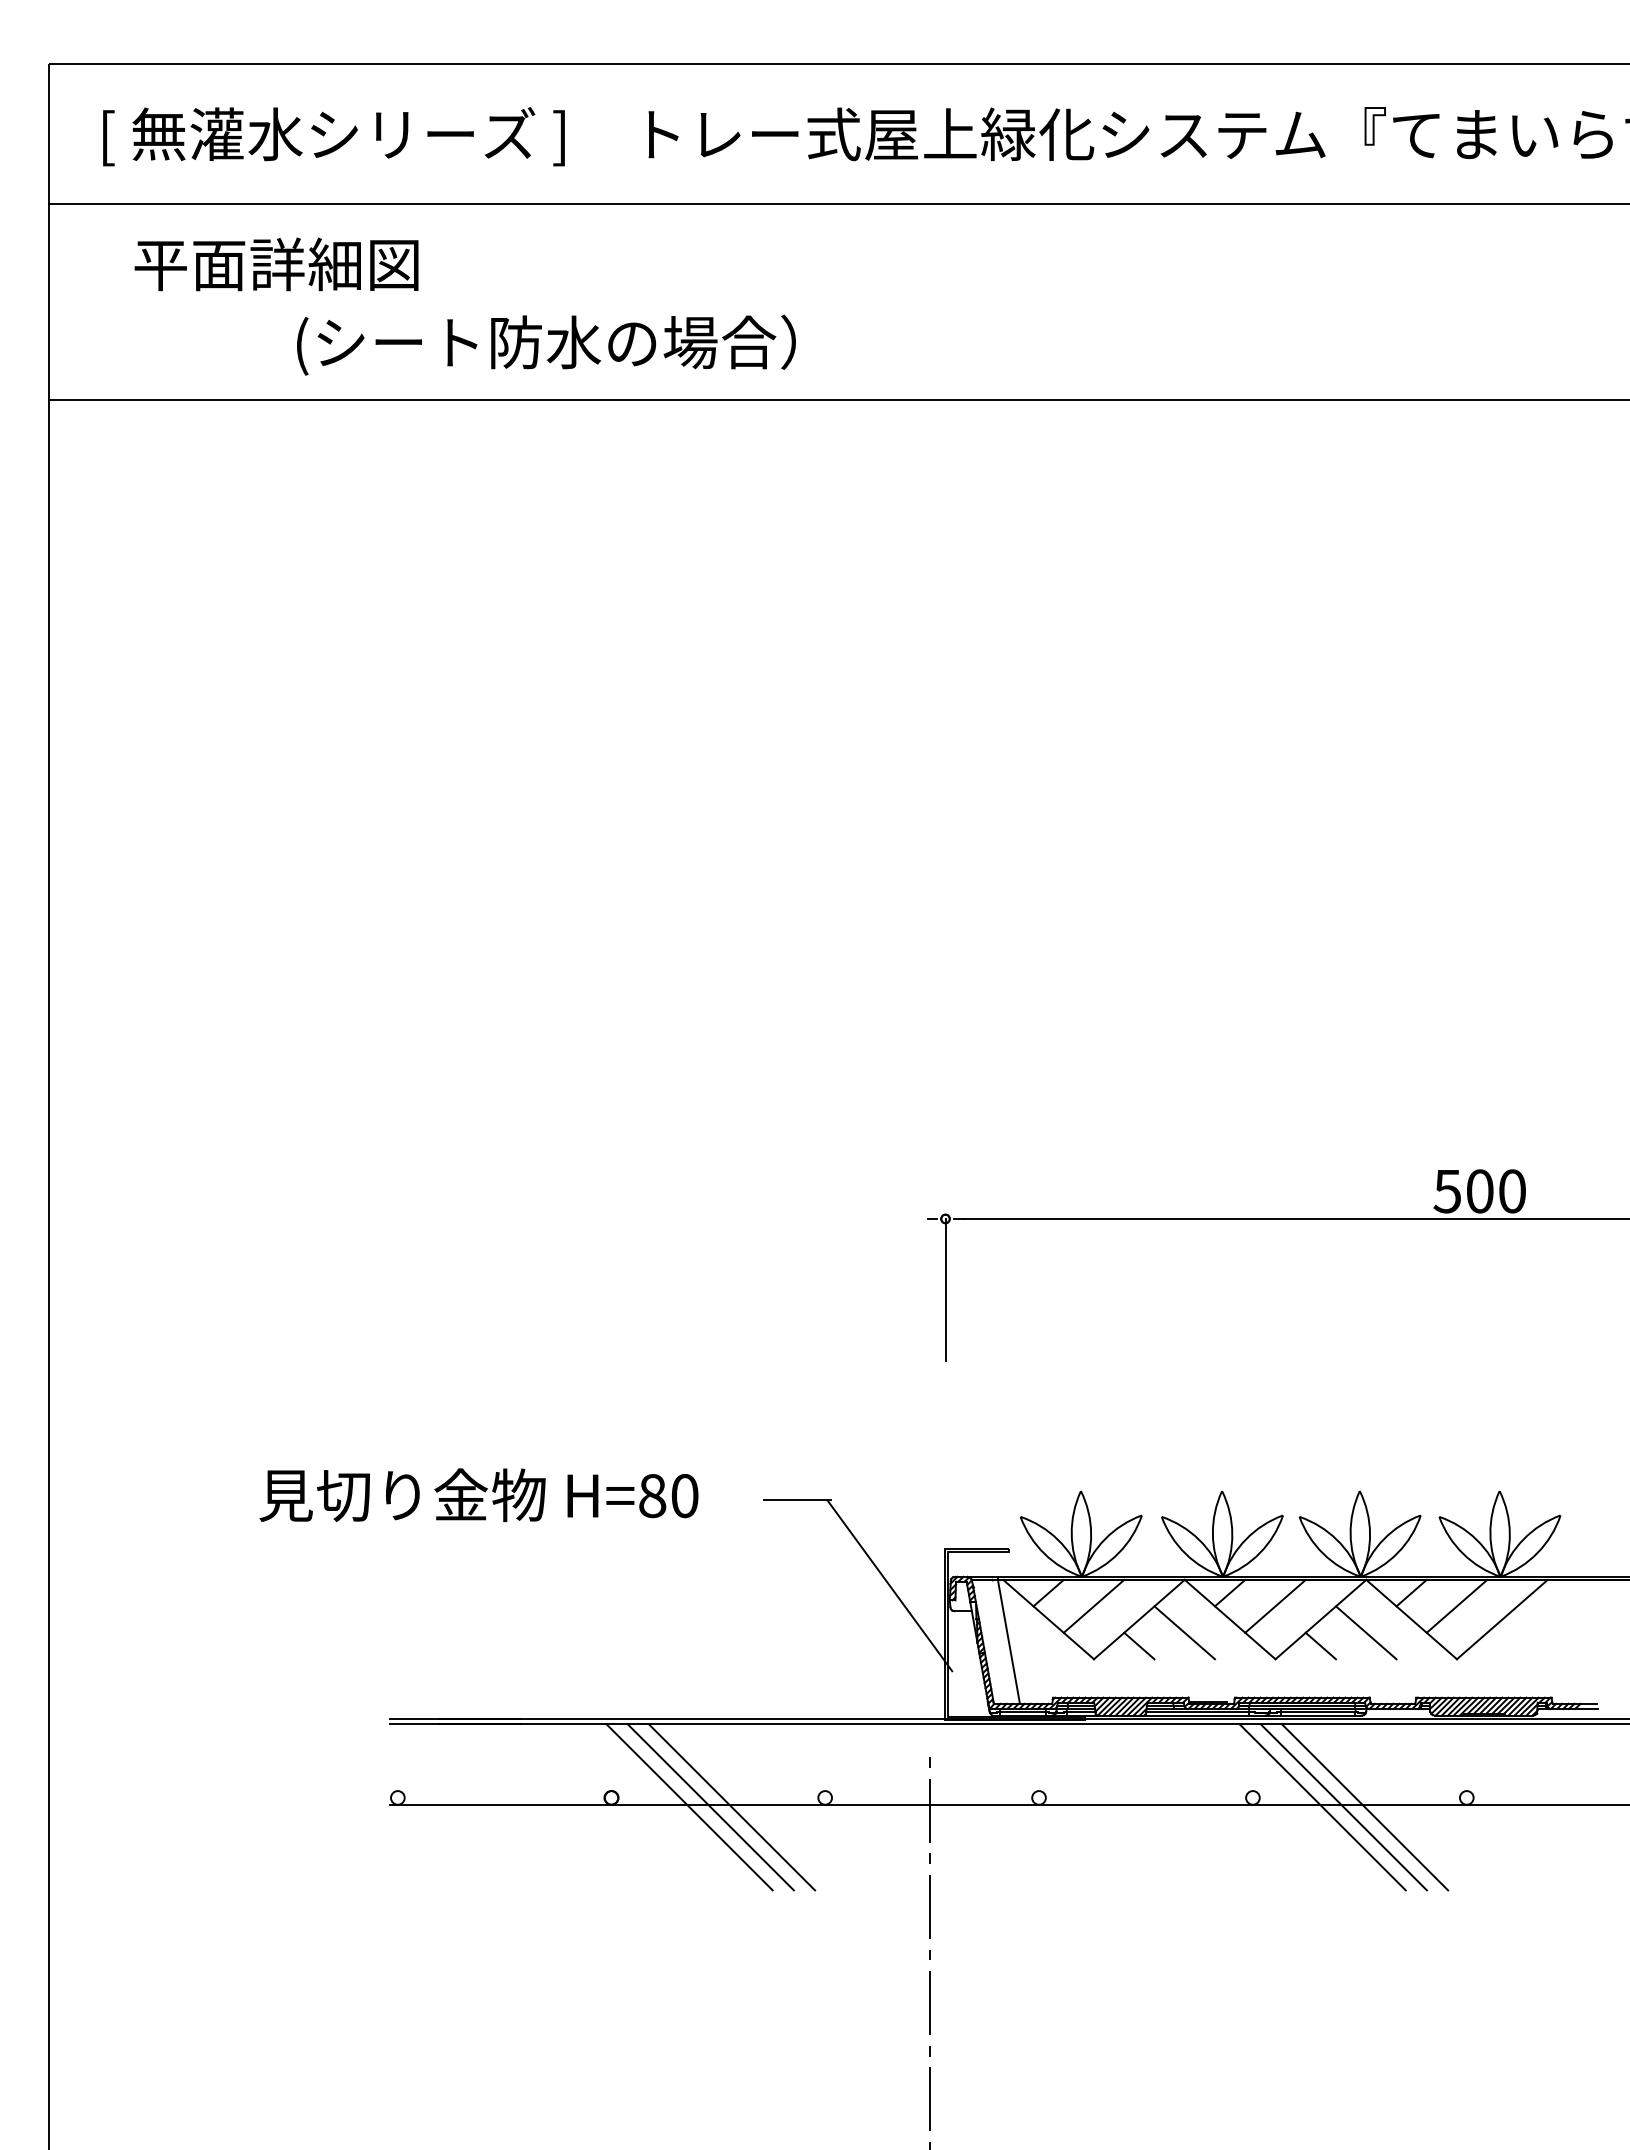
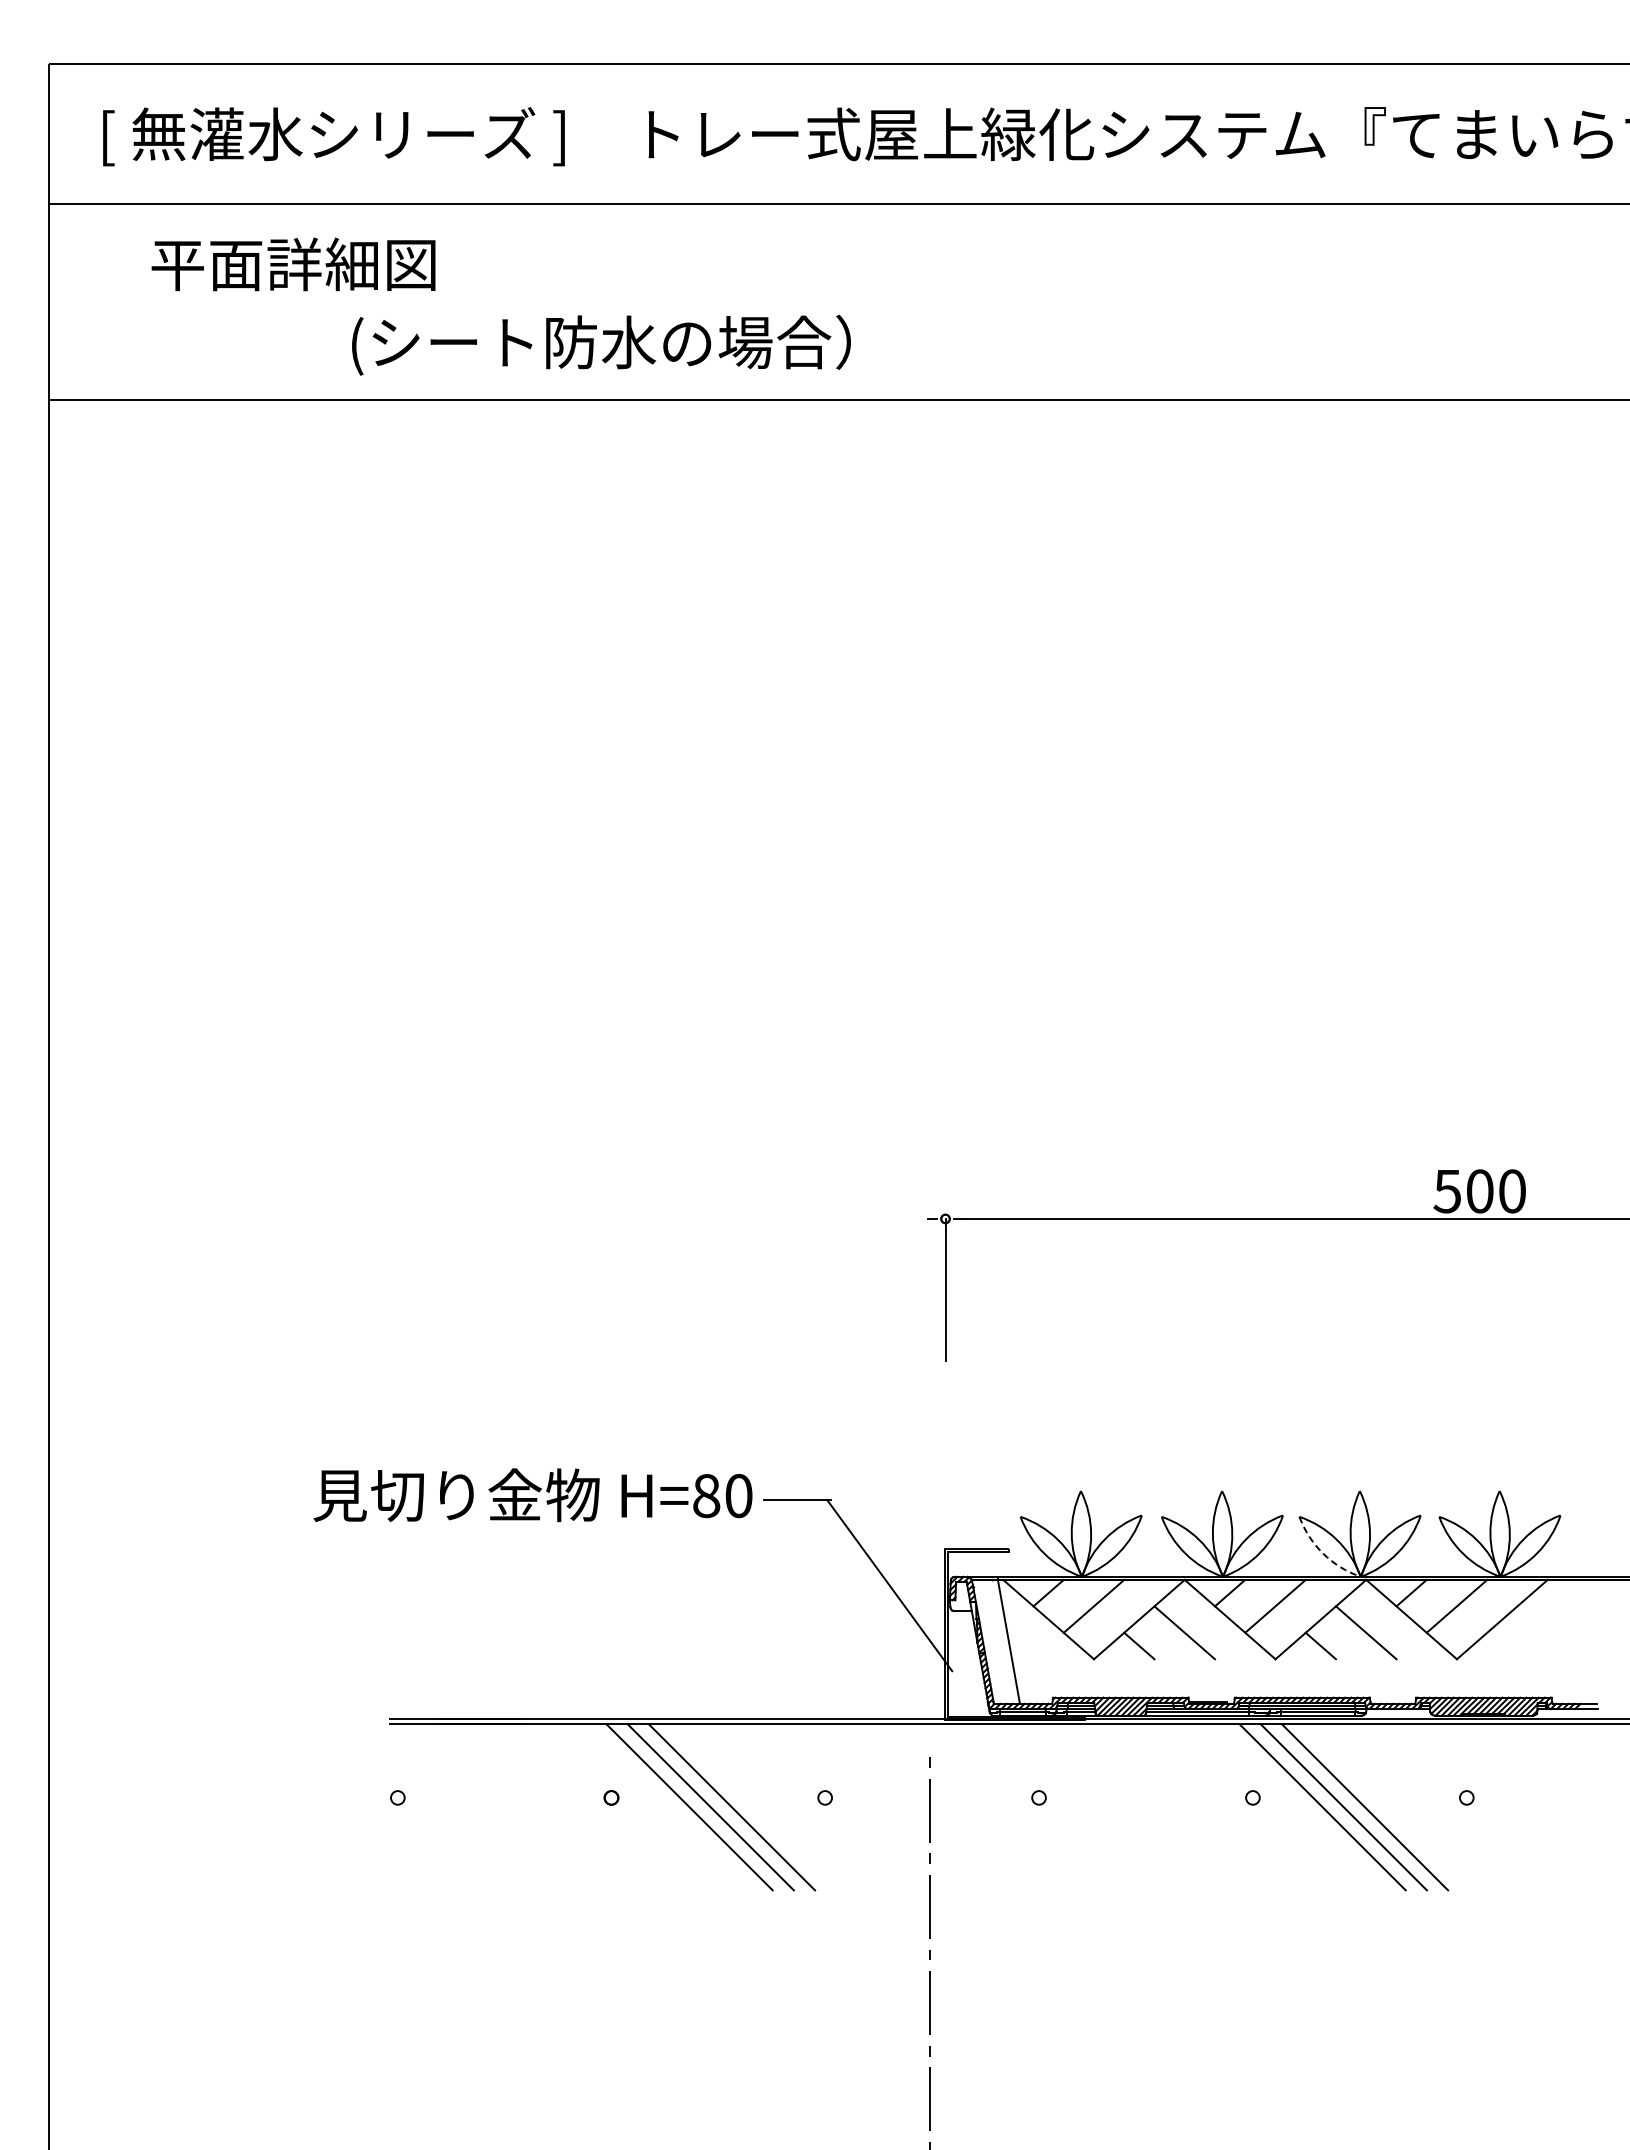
text at (276, 264) position: (276, 264) -> (293, 264)
text at (546, 344) position: (546, 344) -> (601, 344)
text at (478, 1495) position: (478, 1495) -> (532, 1495)
arc at (1323, 1553): solid -> dashed
line at (1007, 1804): present -> none
